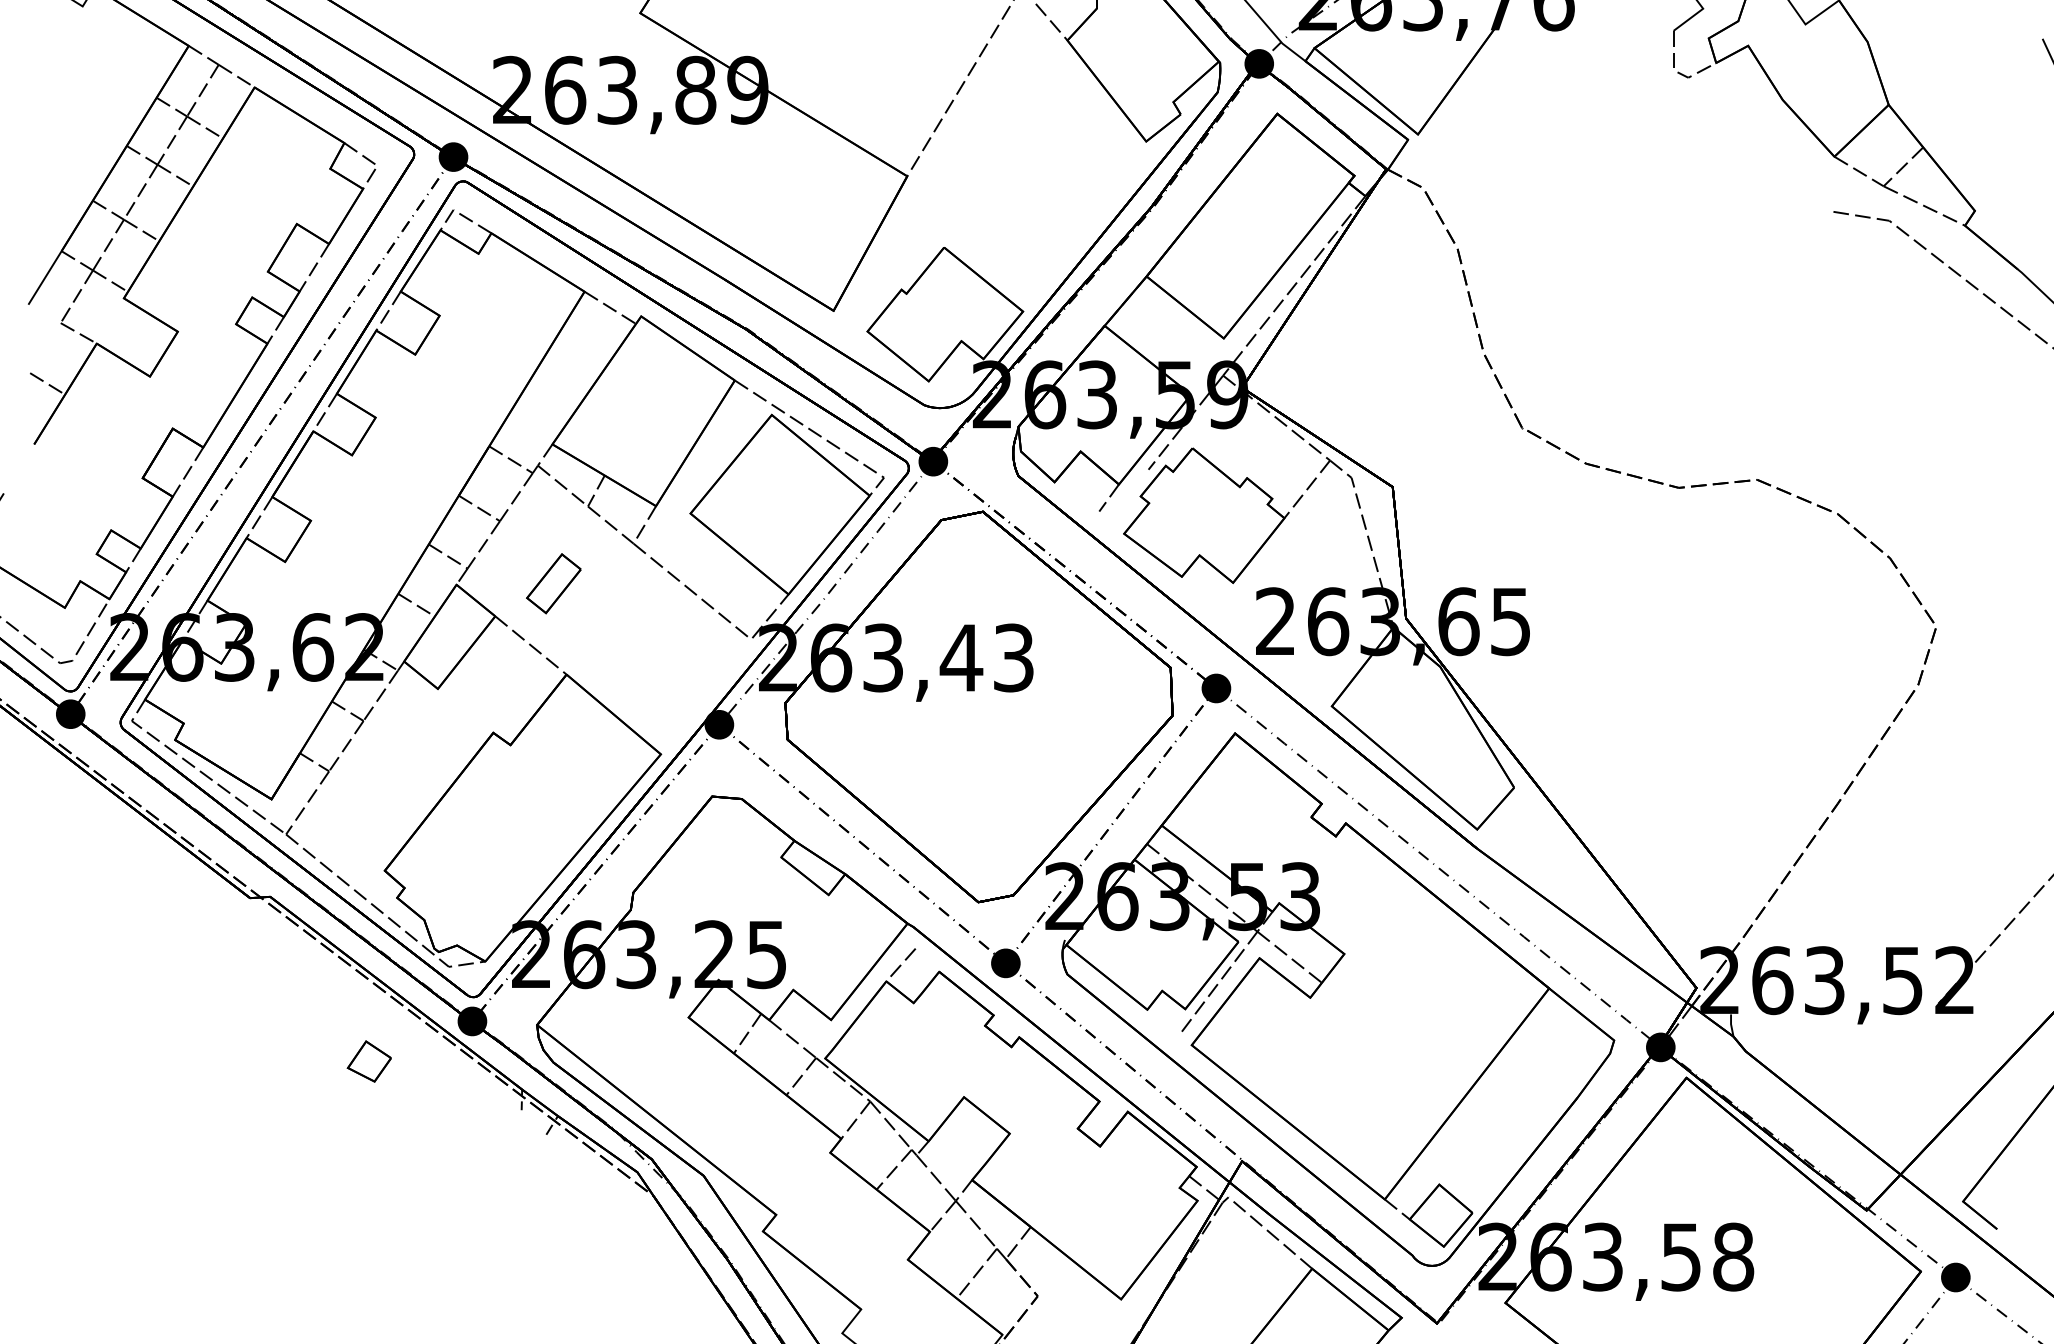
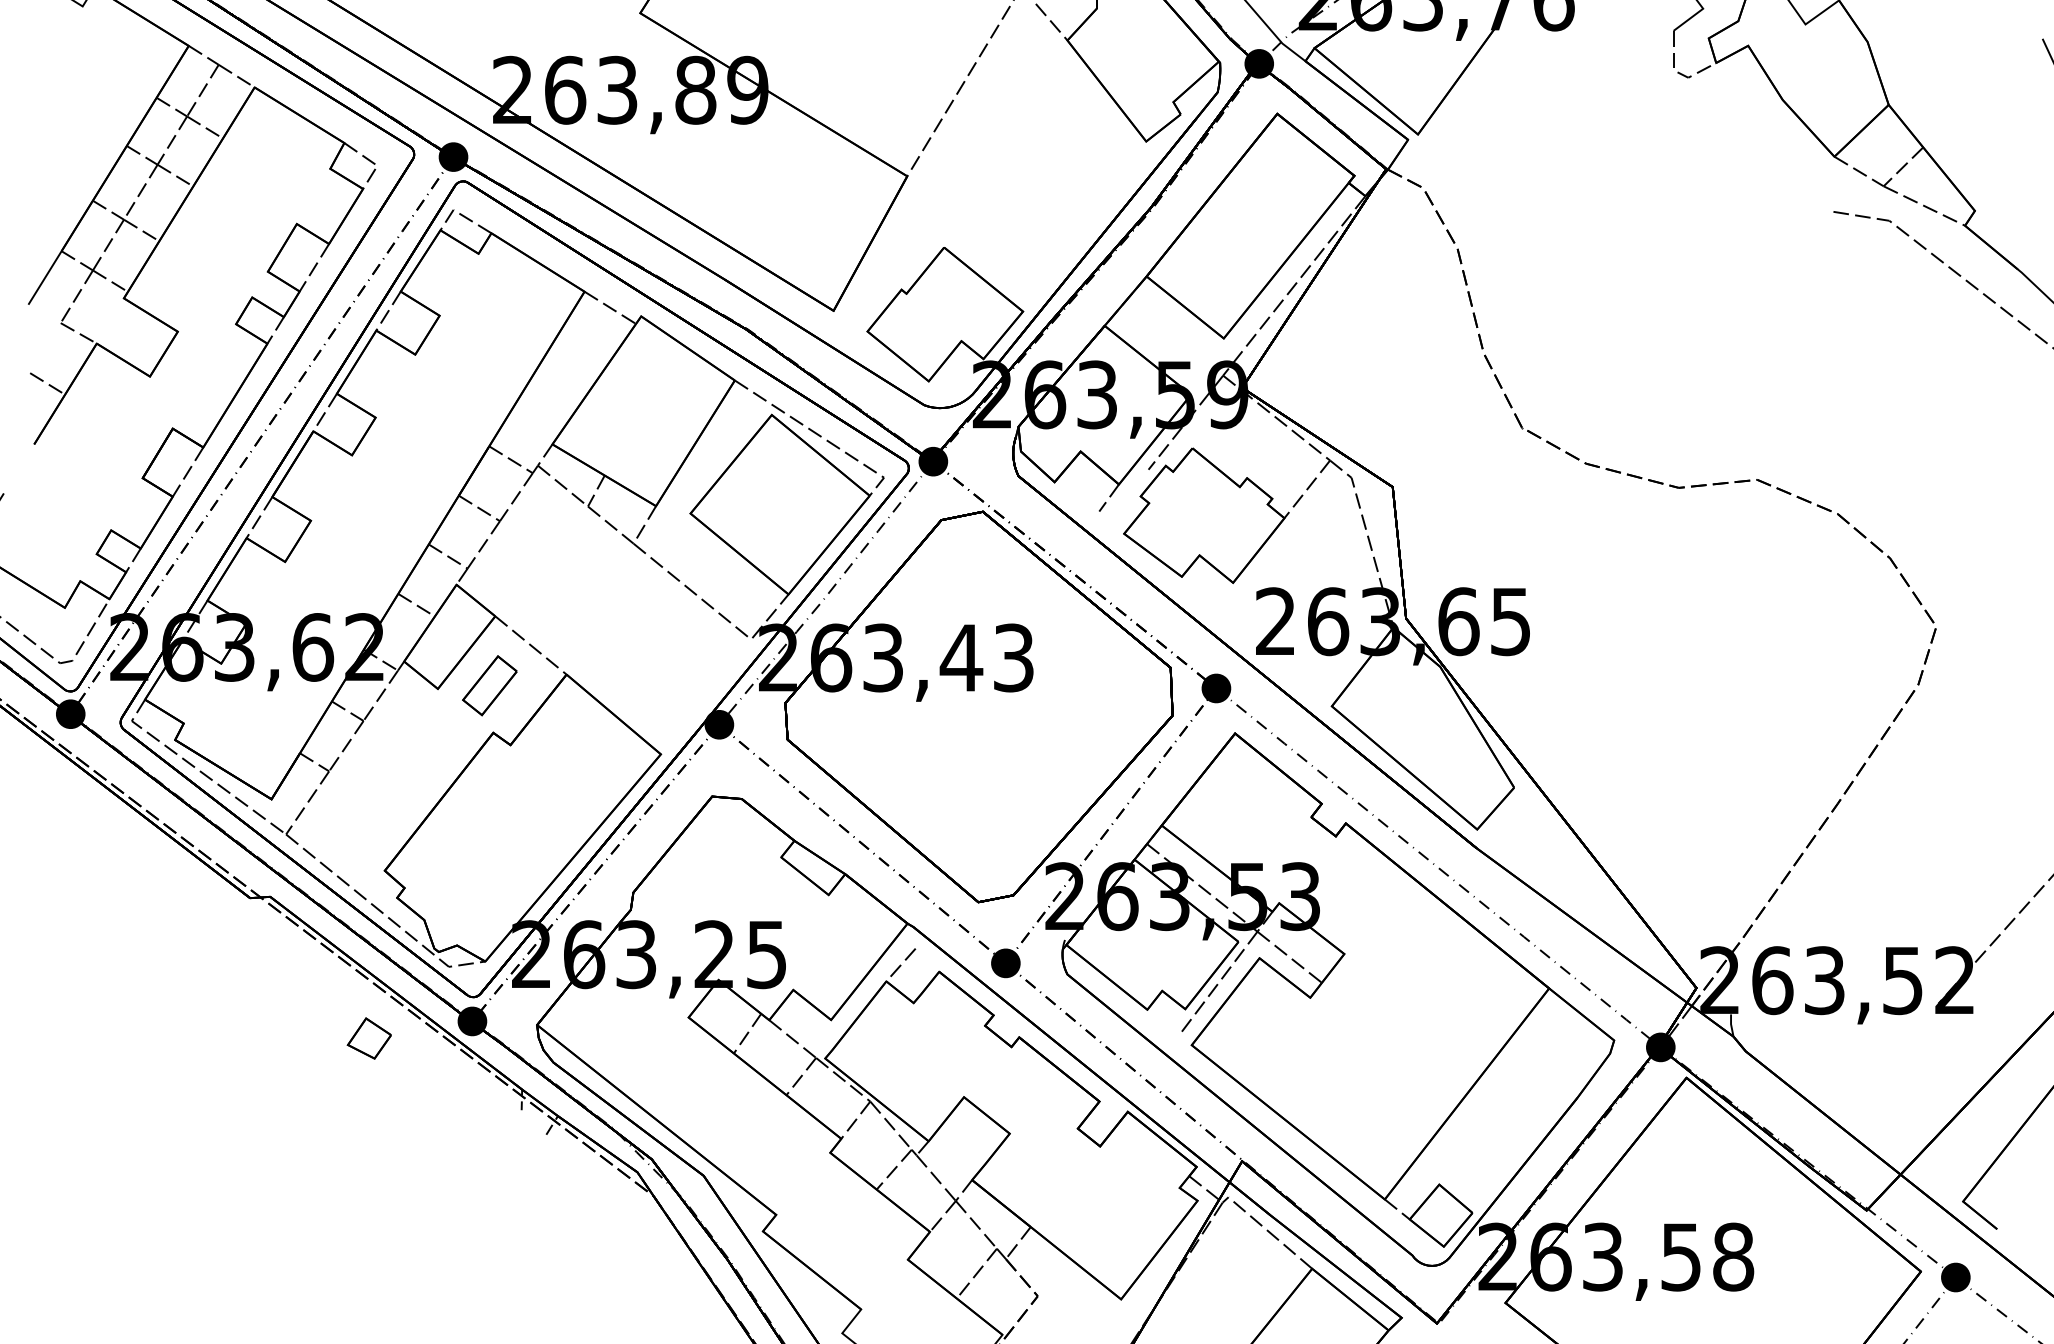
part at (553, 583) position: (553, 583) -> (489, 685)
part at (368, 1061) position: (368, 1061) -> (368, 1038)
